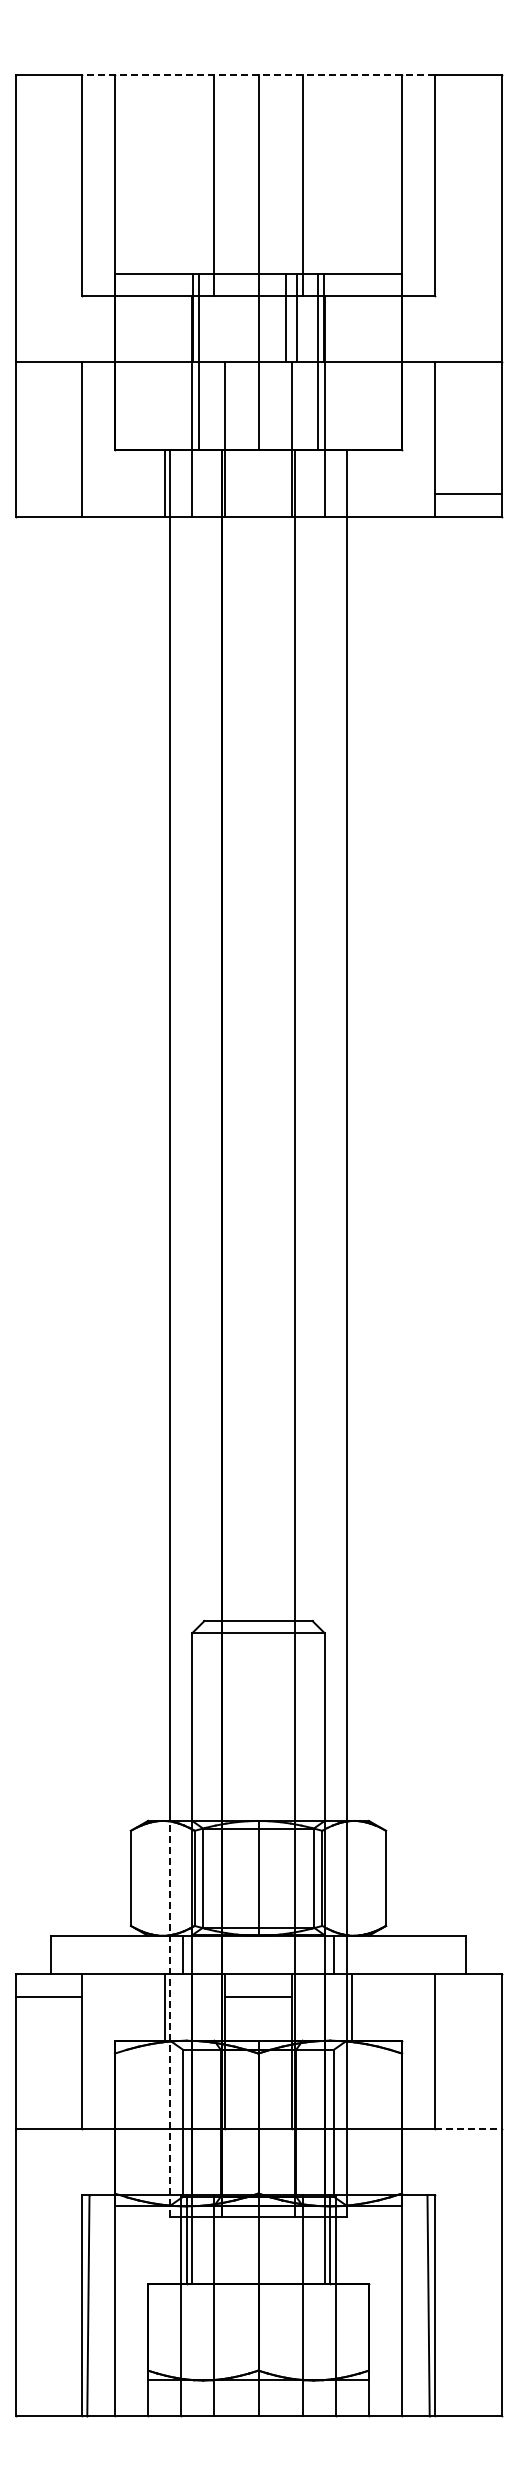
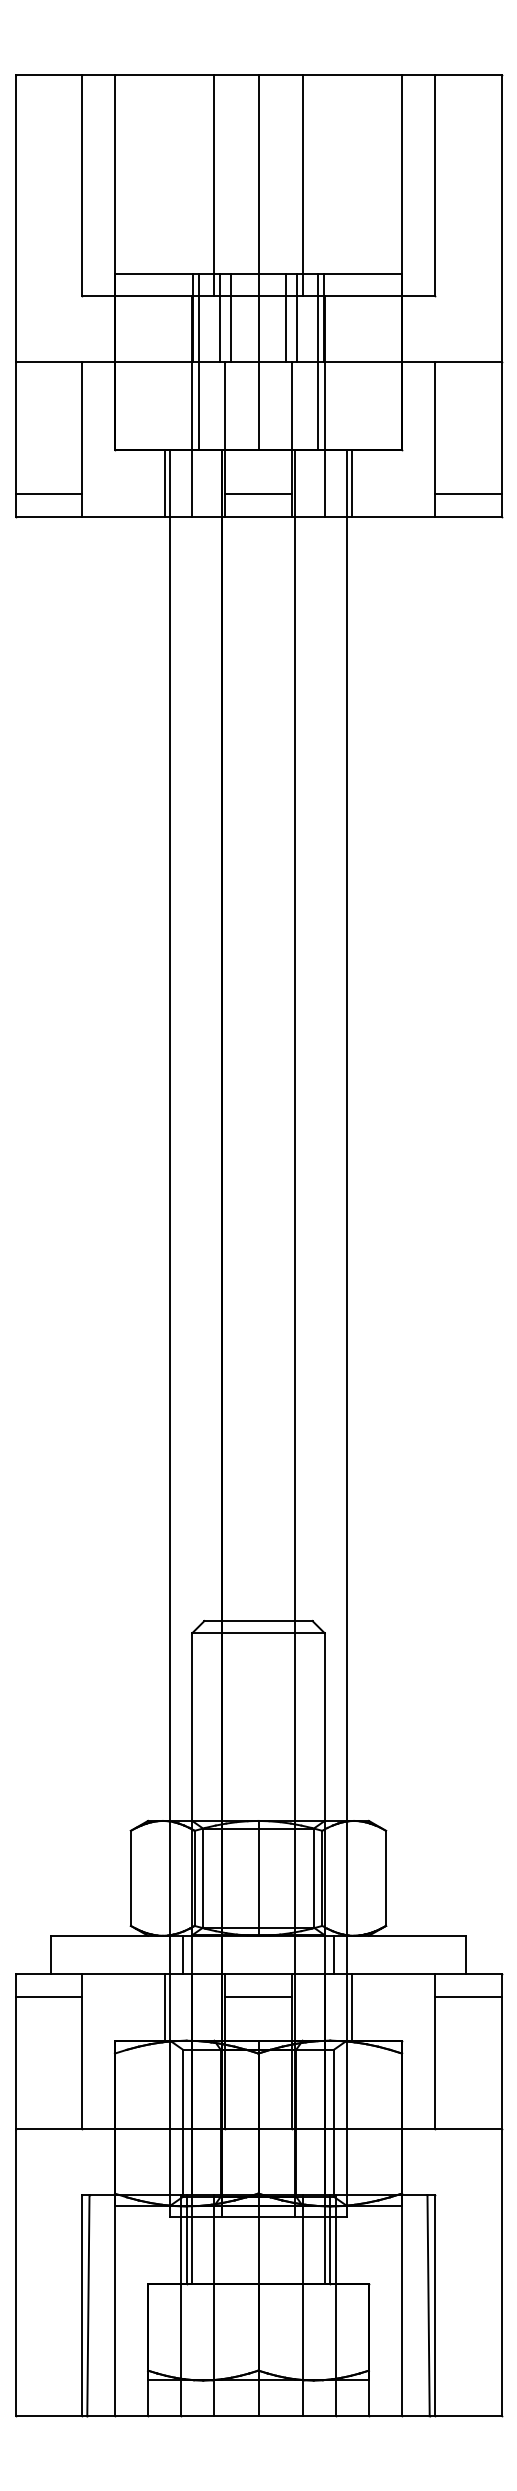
line at (258, 74): dashed -> solid
line at (220, 317): none -> present
line at (230, 317): none -> present
line at (352, 483): none -> present
line at (48, 494): none -> present
line at (258, 494): none -> present
line at (468, 1996): none -> present
line at (170, 2018): dashed -> solid
line at (468, 2129): dashed -> solid
